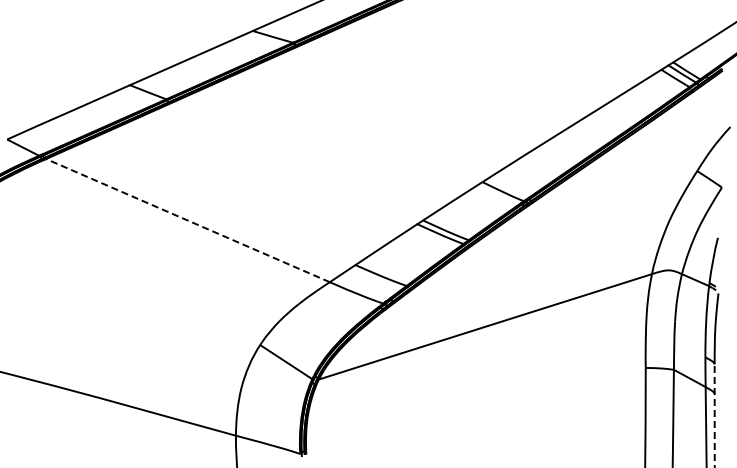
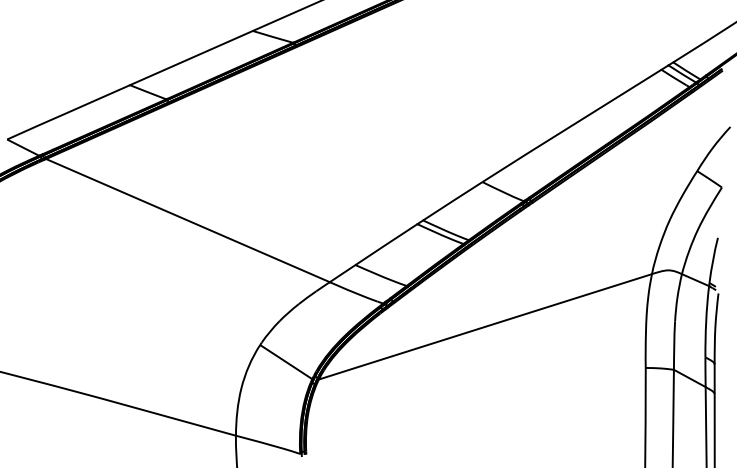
line at (187, 220): dashed -> solid
line at (714, 415): dashed -> solid
